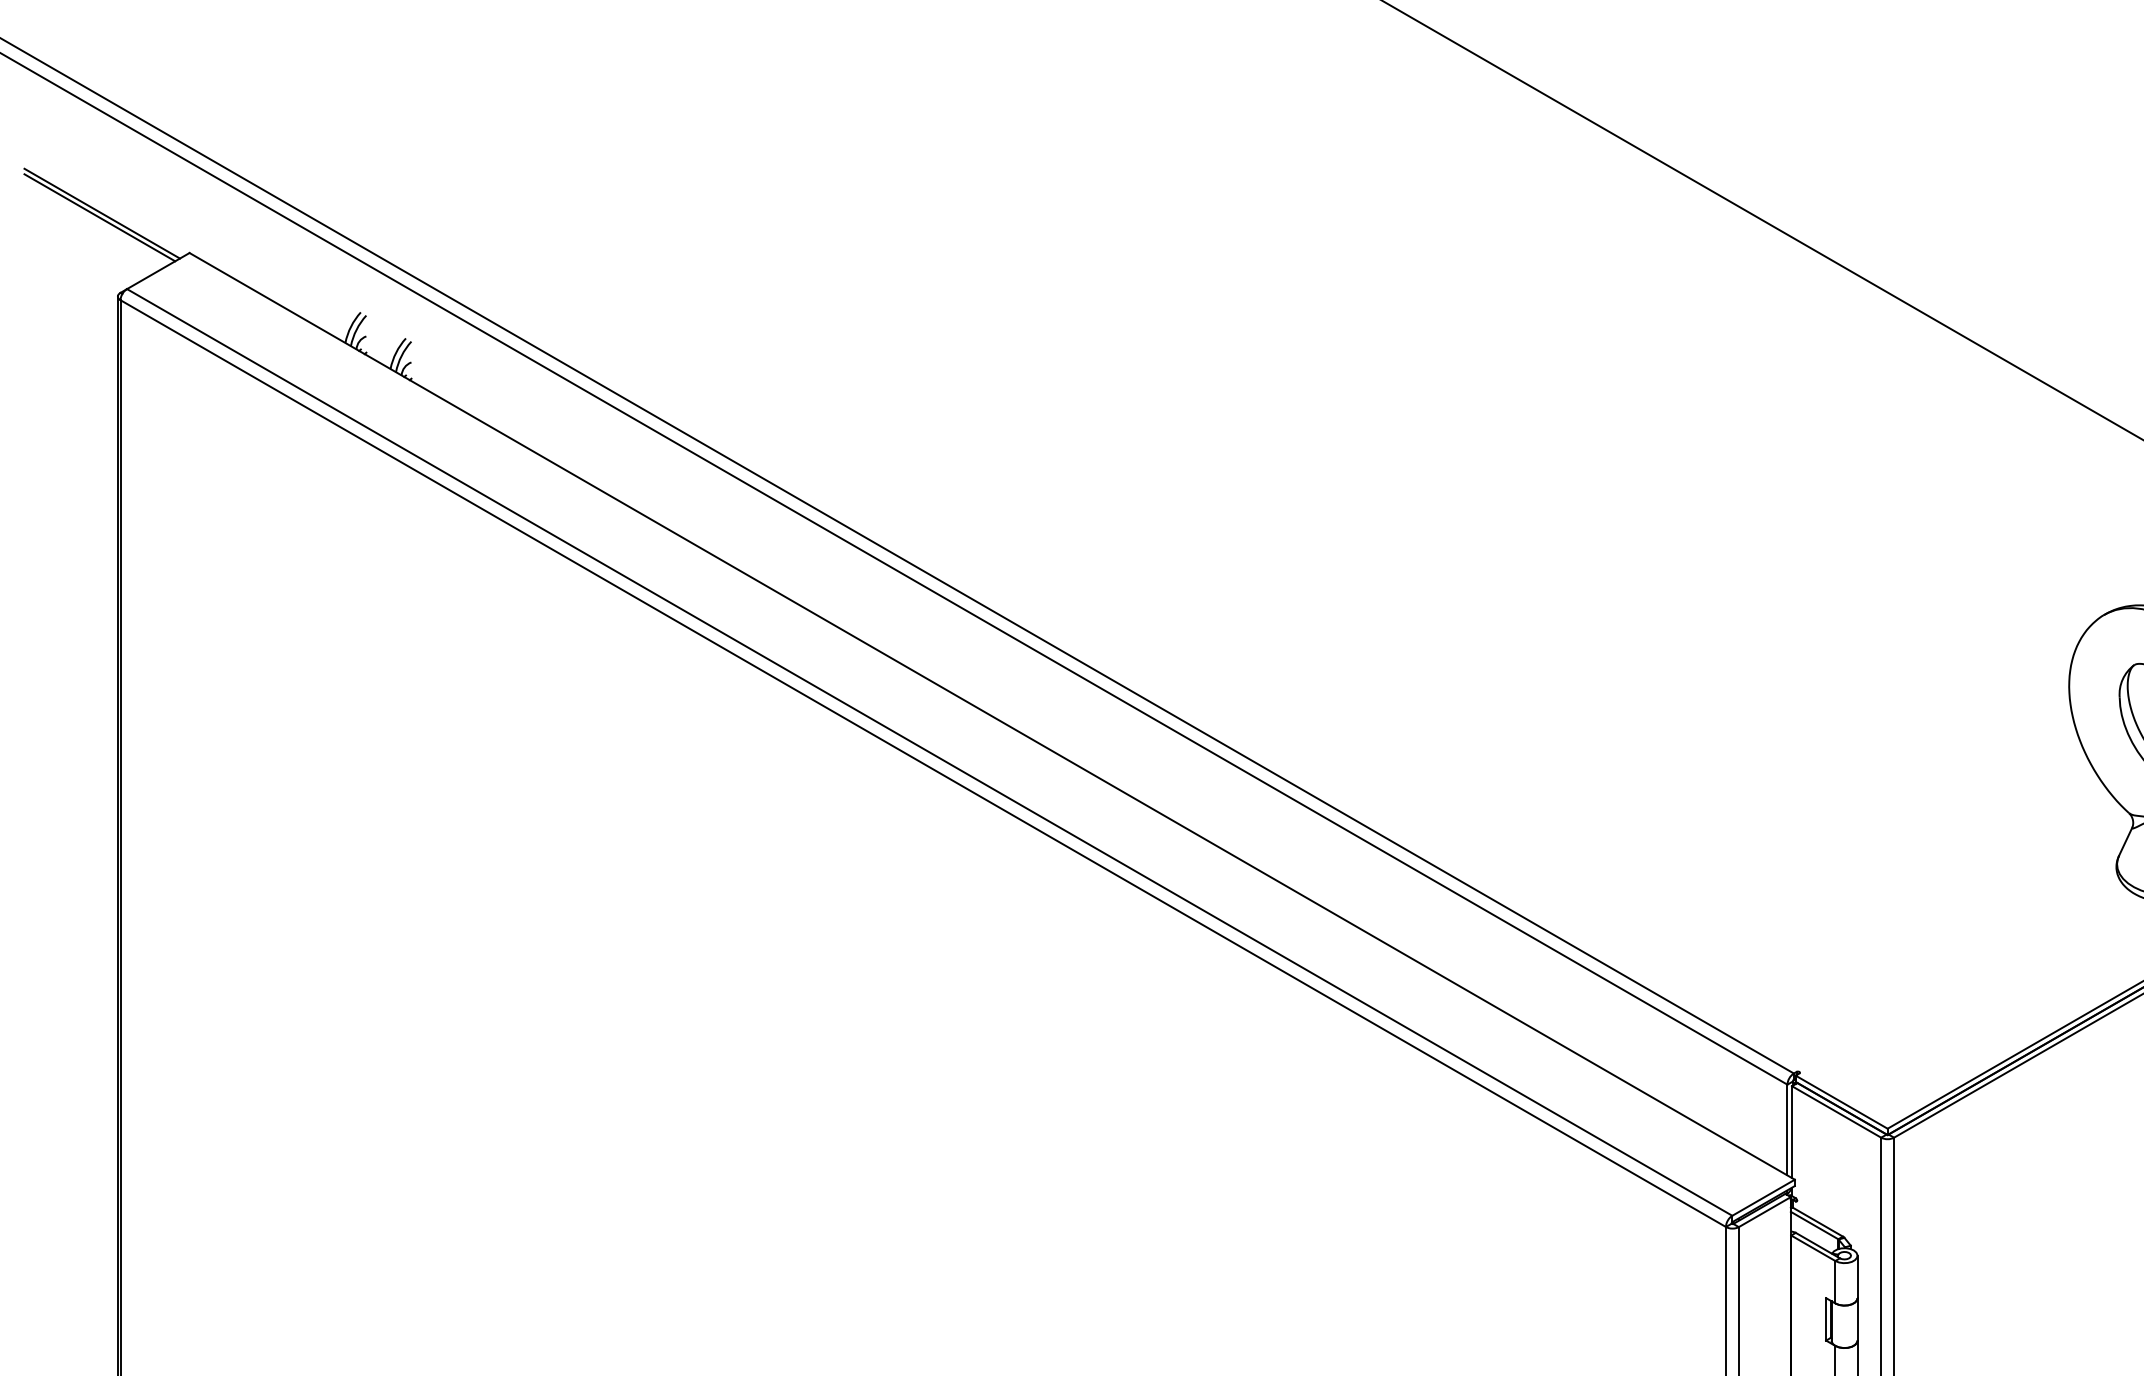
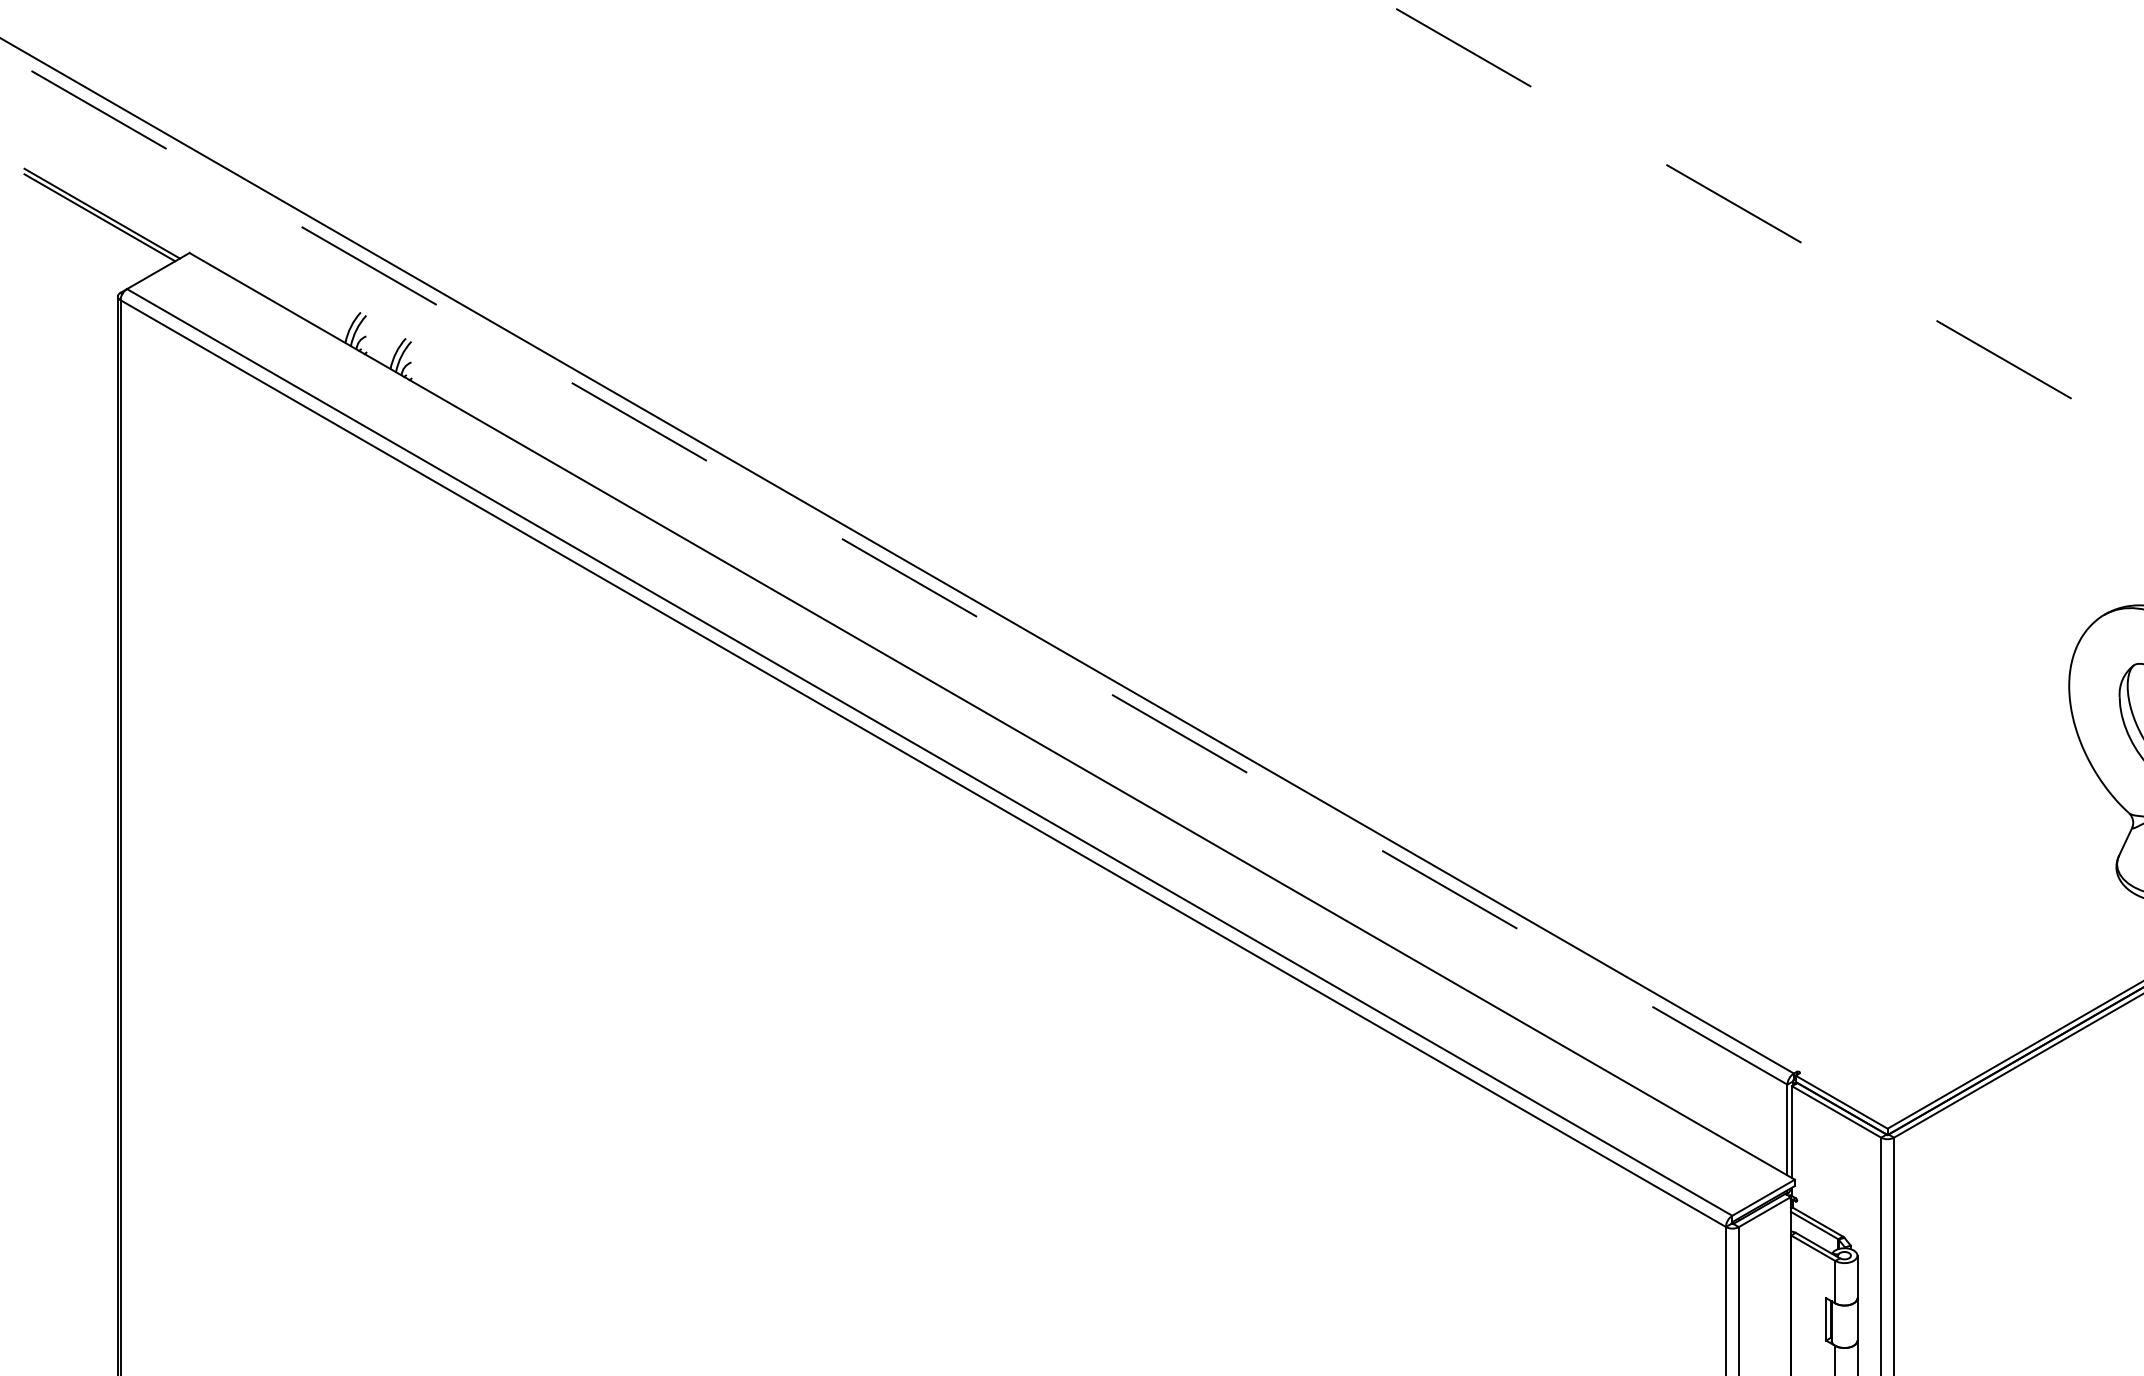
line at (1762, 220): solid -> dashed
line at (893, 568): solid -> dashed
